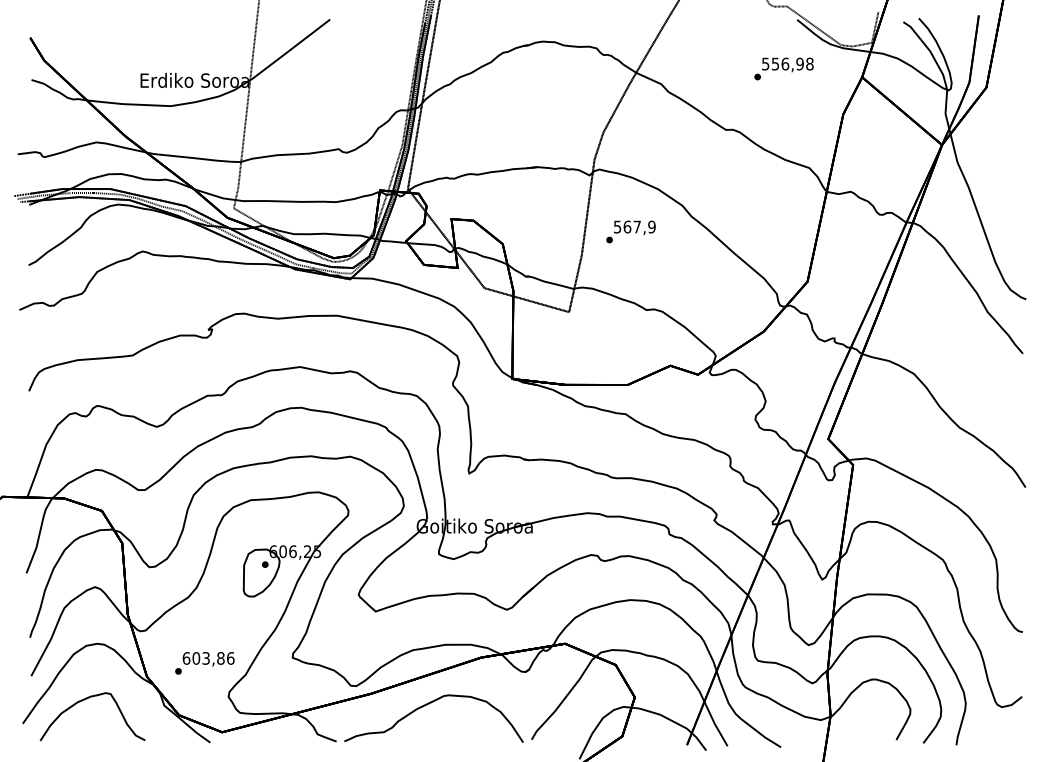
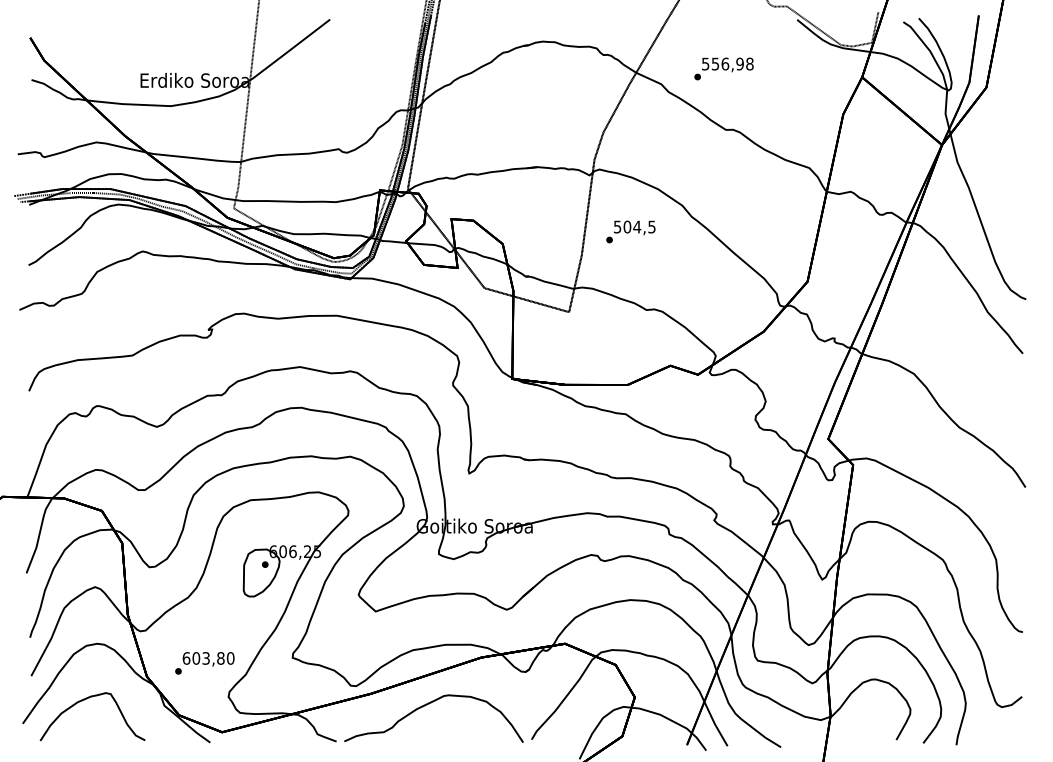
text at (783, 68) position: (783, 68) -> (723, 68)
text at (639, 226): 567,9 -> 504,5
text at (230, 658): 603,86 -> 603,80
